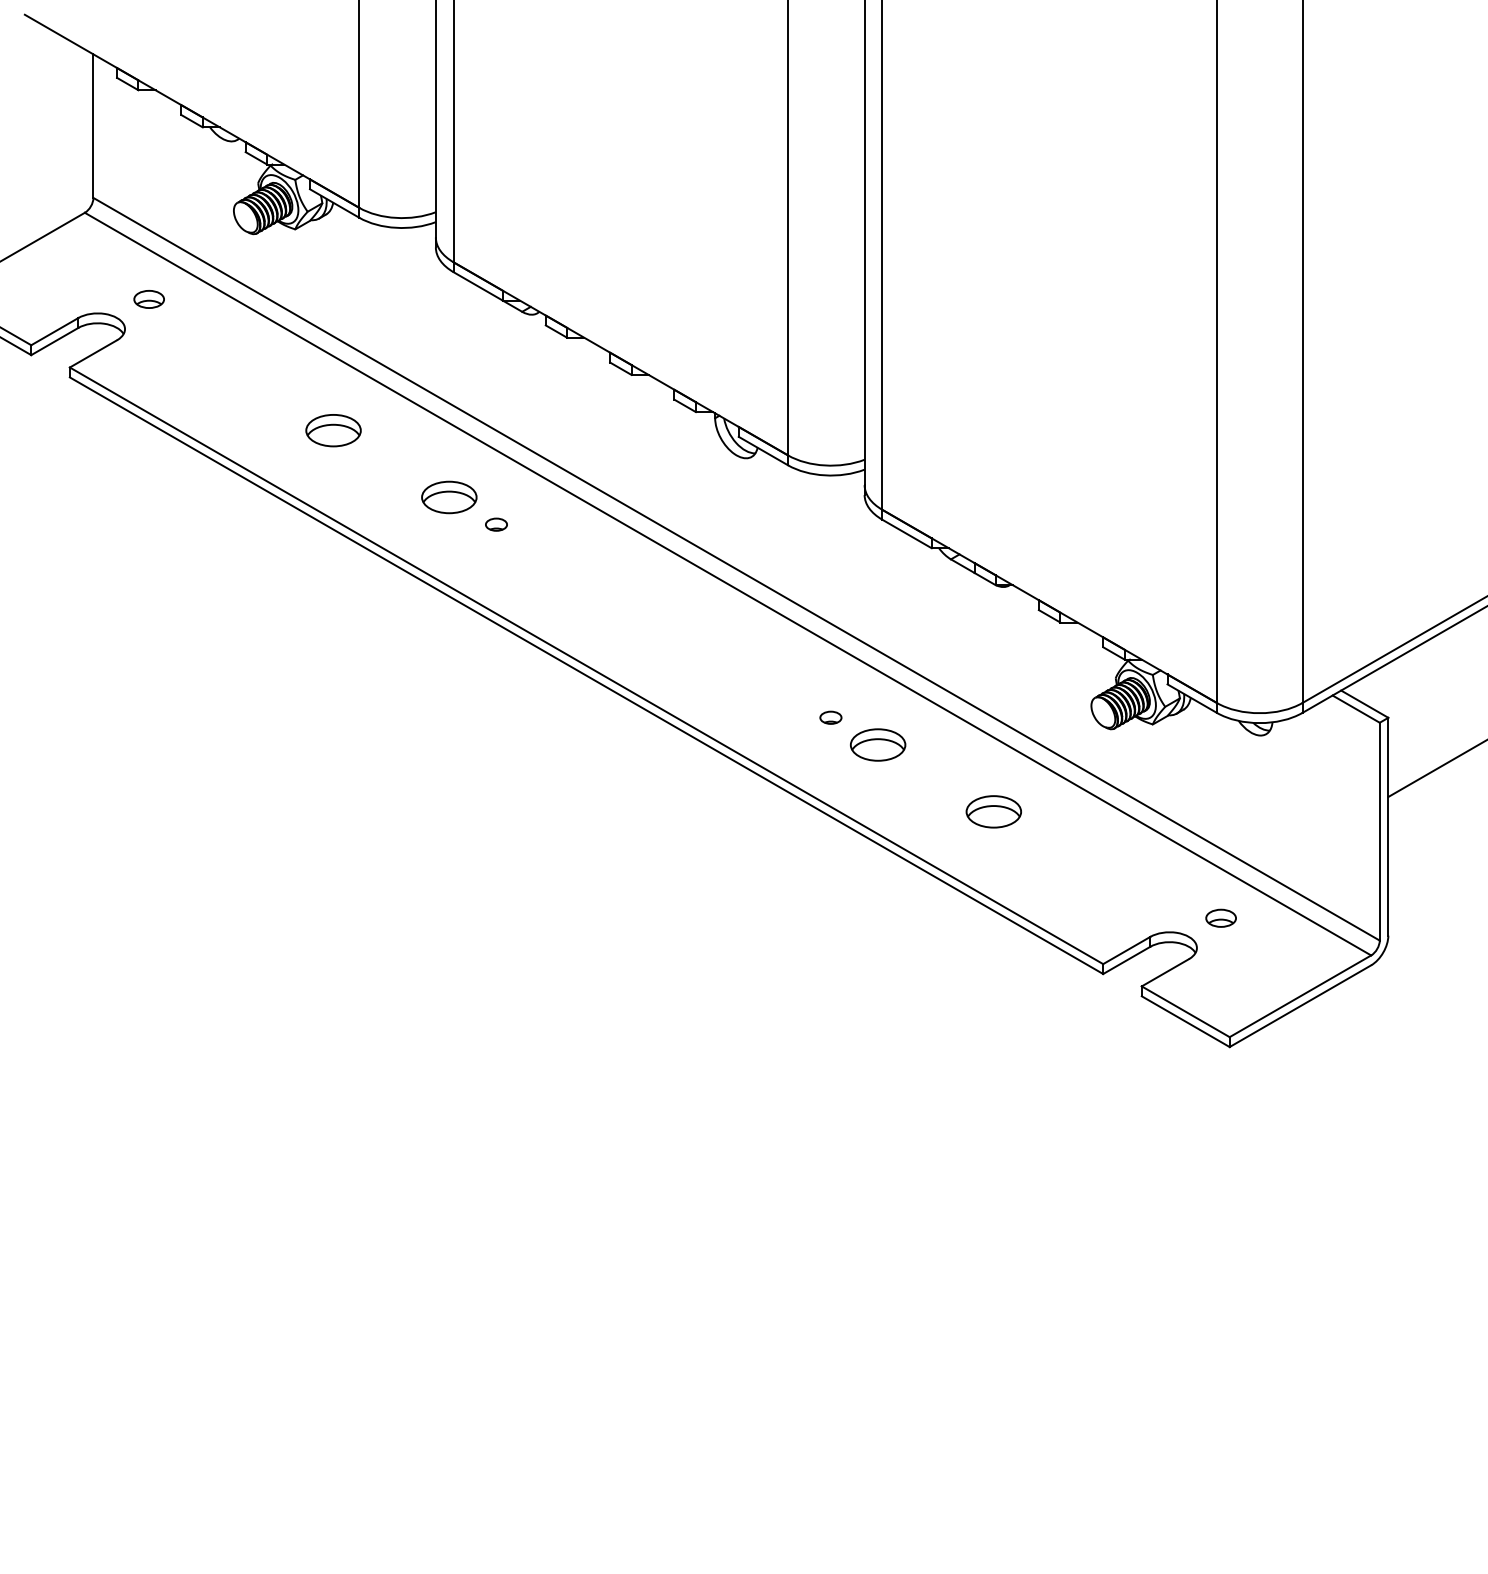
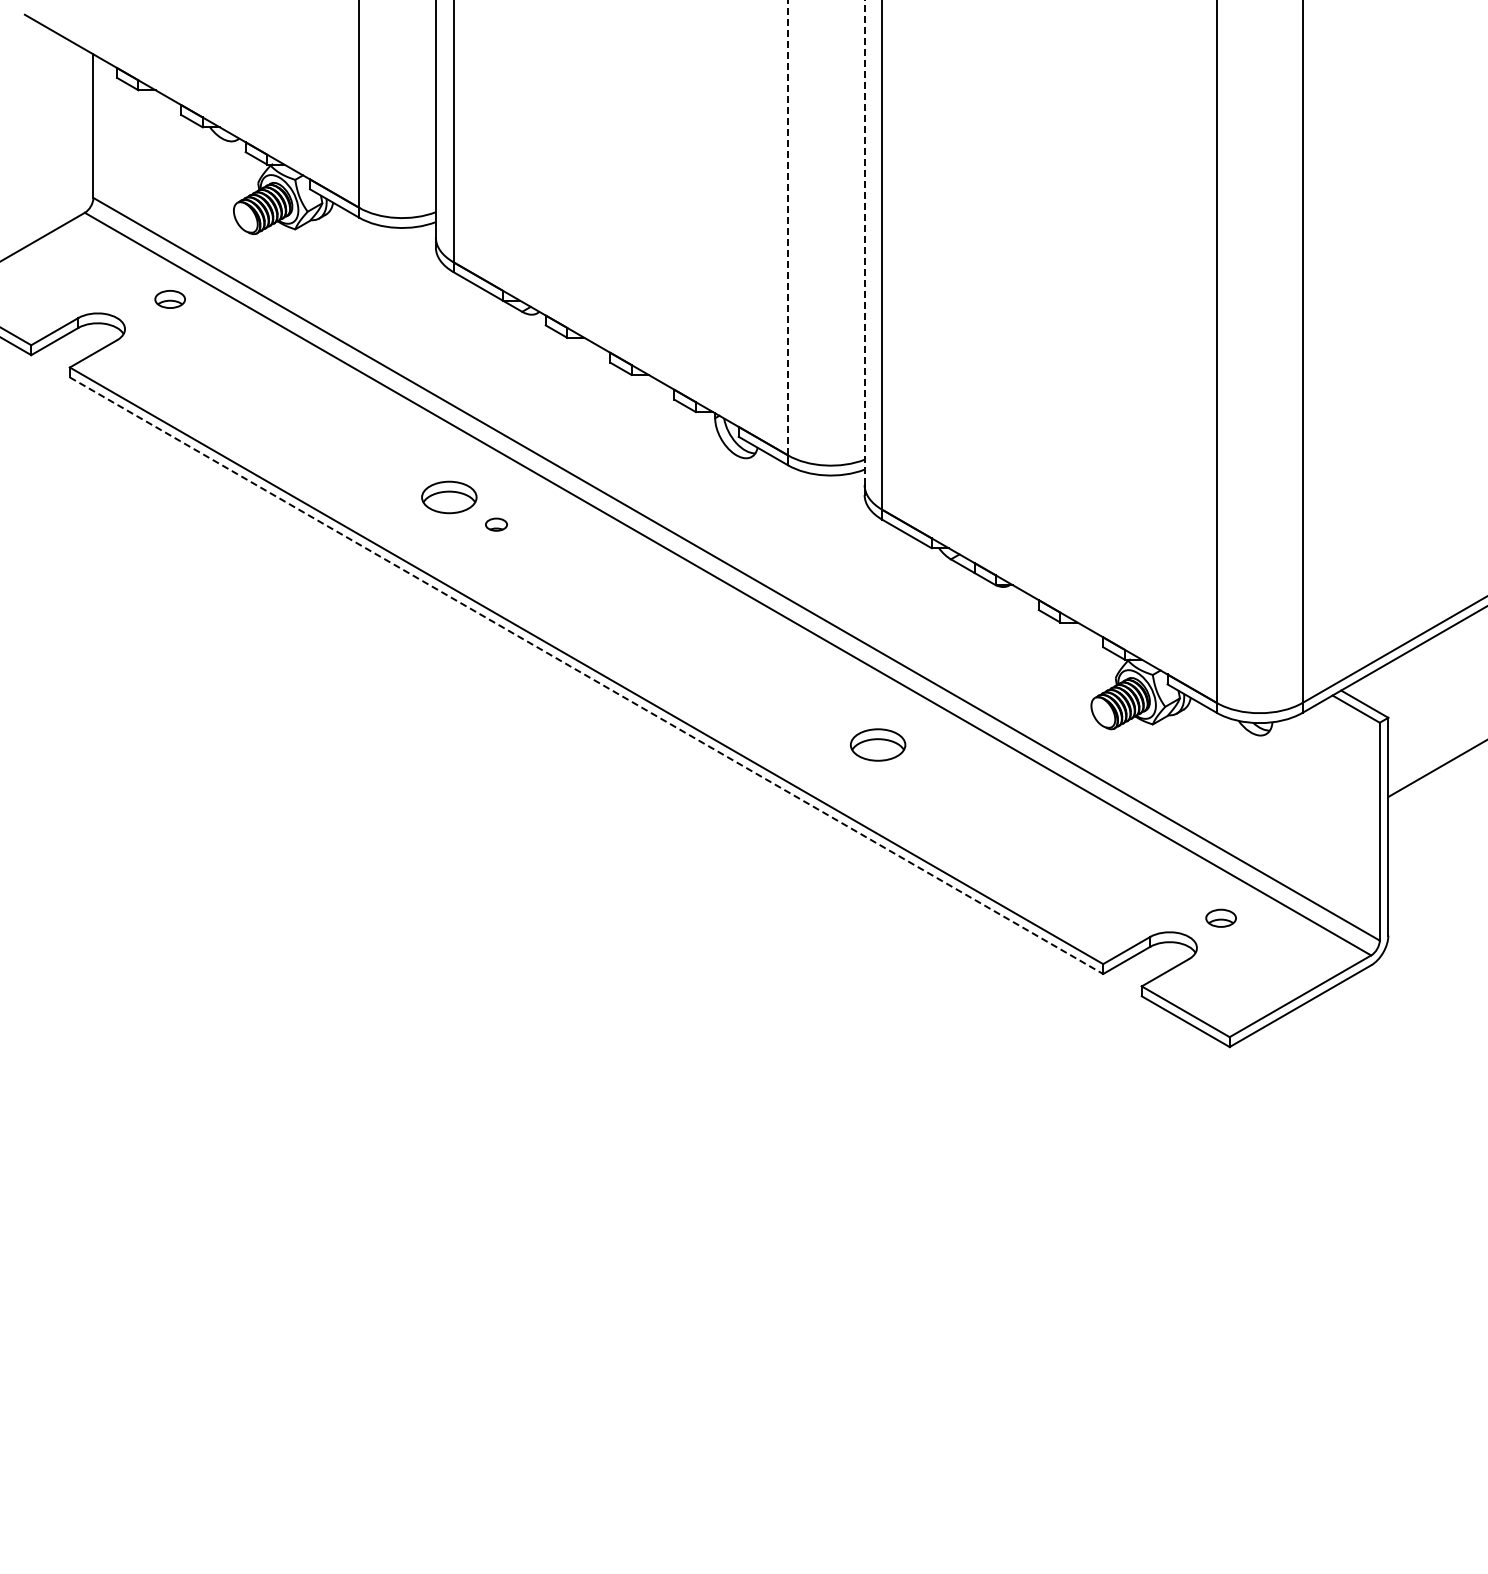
line at (788, 227): solid -> dashed
line at (864, 242): solid -> dashed
part at (148, 299) position: (148, 299) -> (169, 299)
part at (333, 430): present -> none
line at (586, 675): solid -> dashed
part at (830, 717): present -> none
part at (993, 811): present -> none
